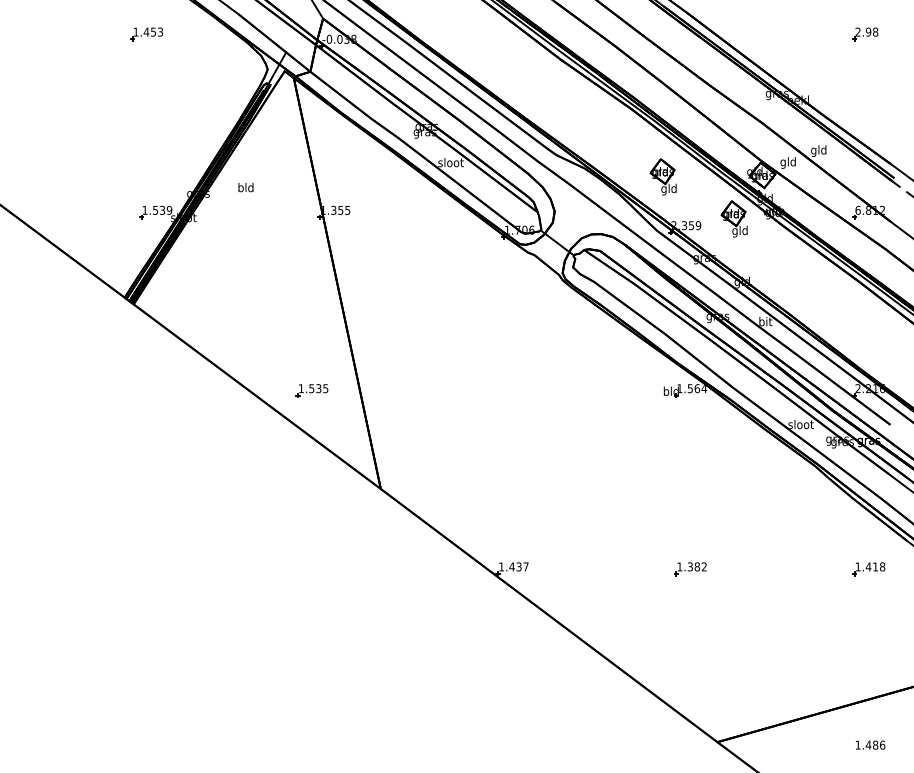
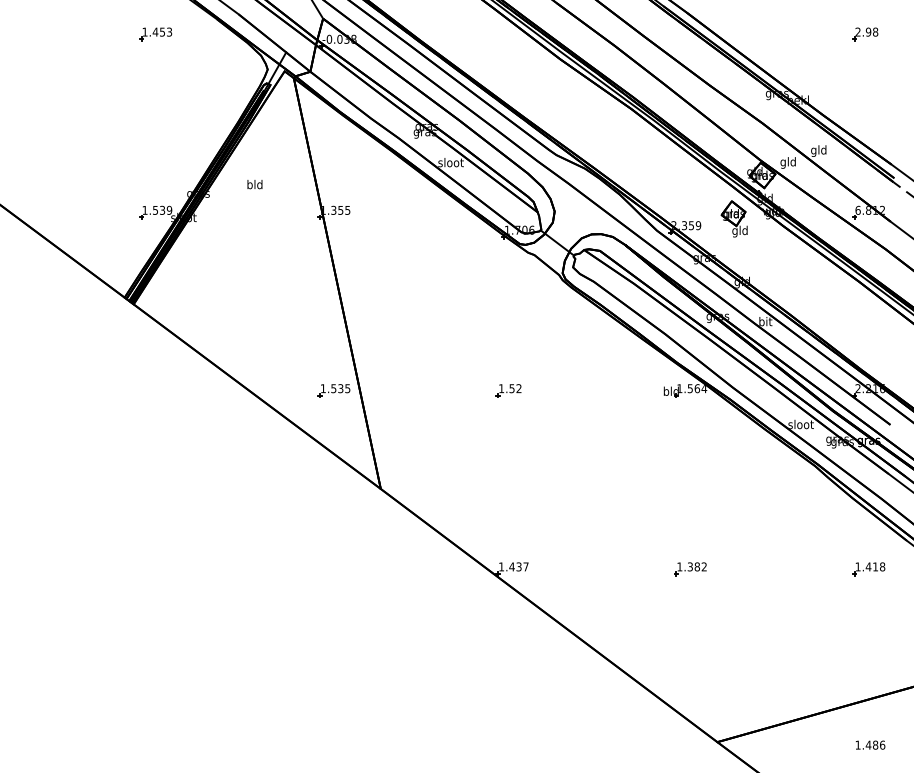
part at (146, 34) position: (146, 34) -> (155, 34)
part at (662, 176): present -> none
text at (245, 187) position: (245, 187) -> (254, 184)
part at (311, 390) position: (311, 390) -> (333, 390)
part at (508, 390): none -> present
